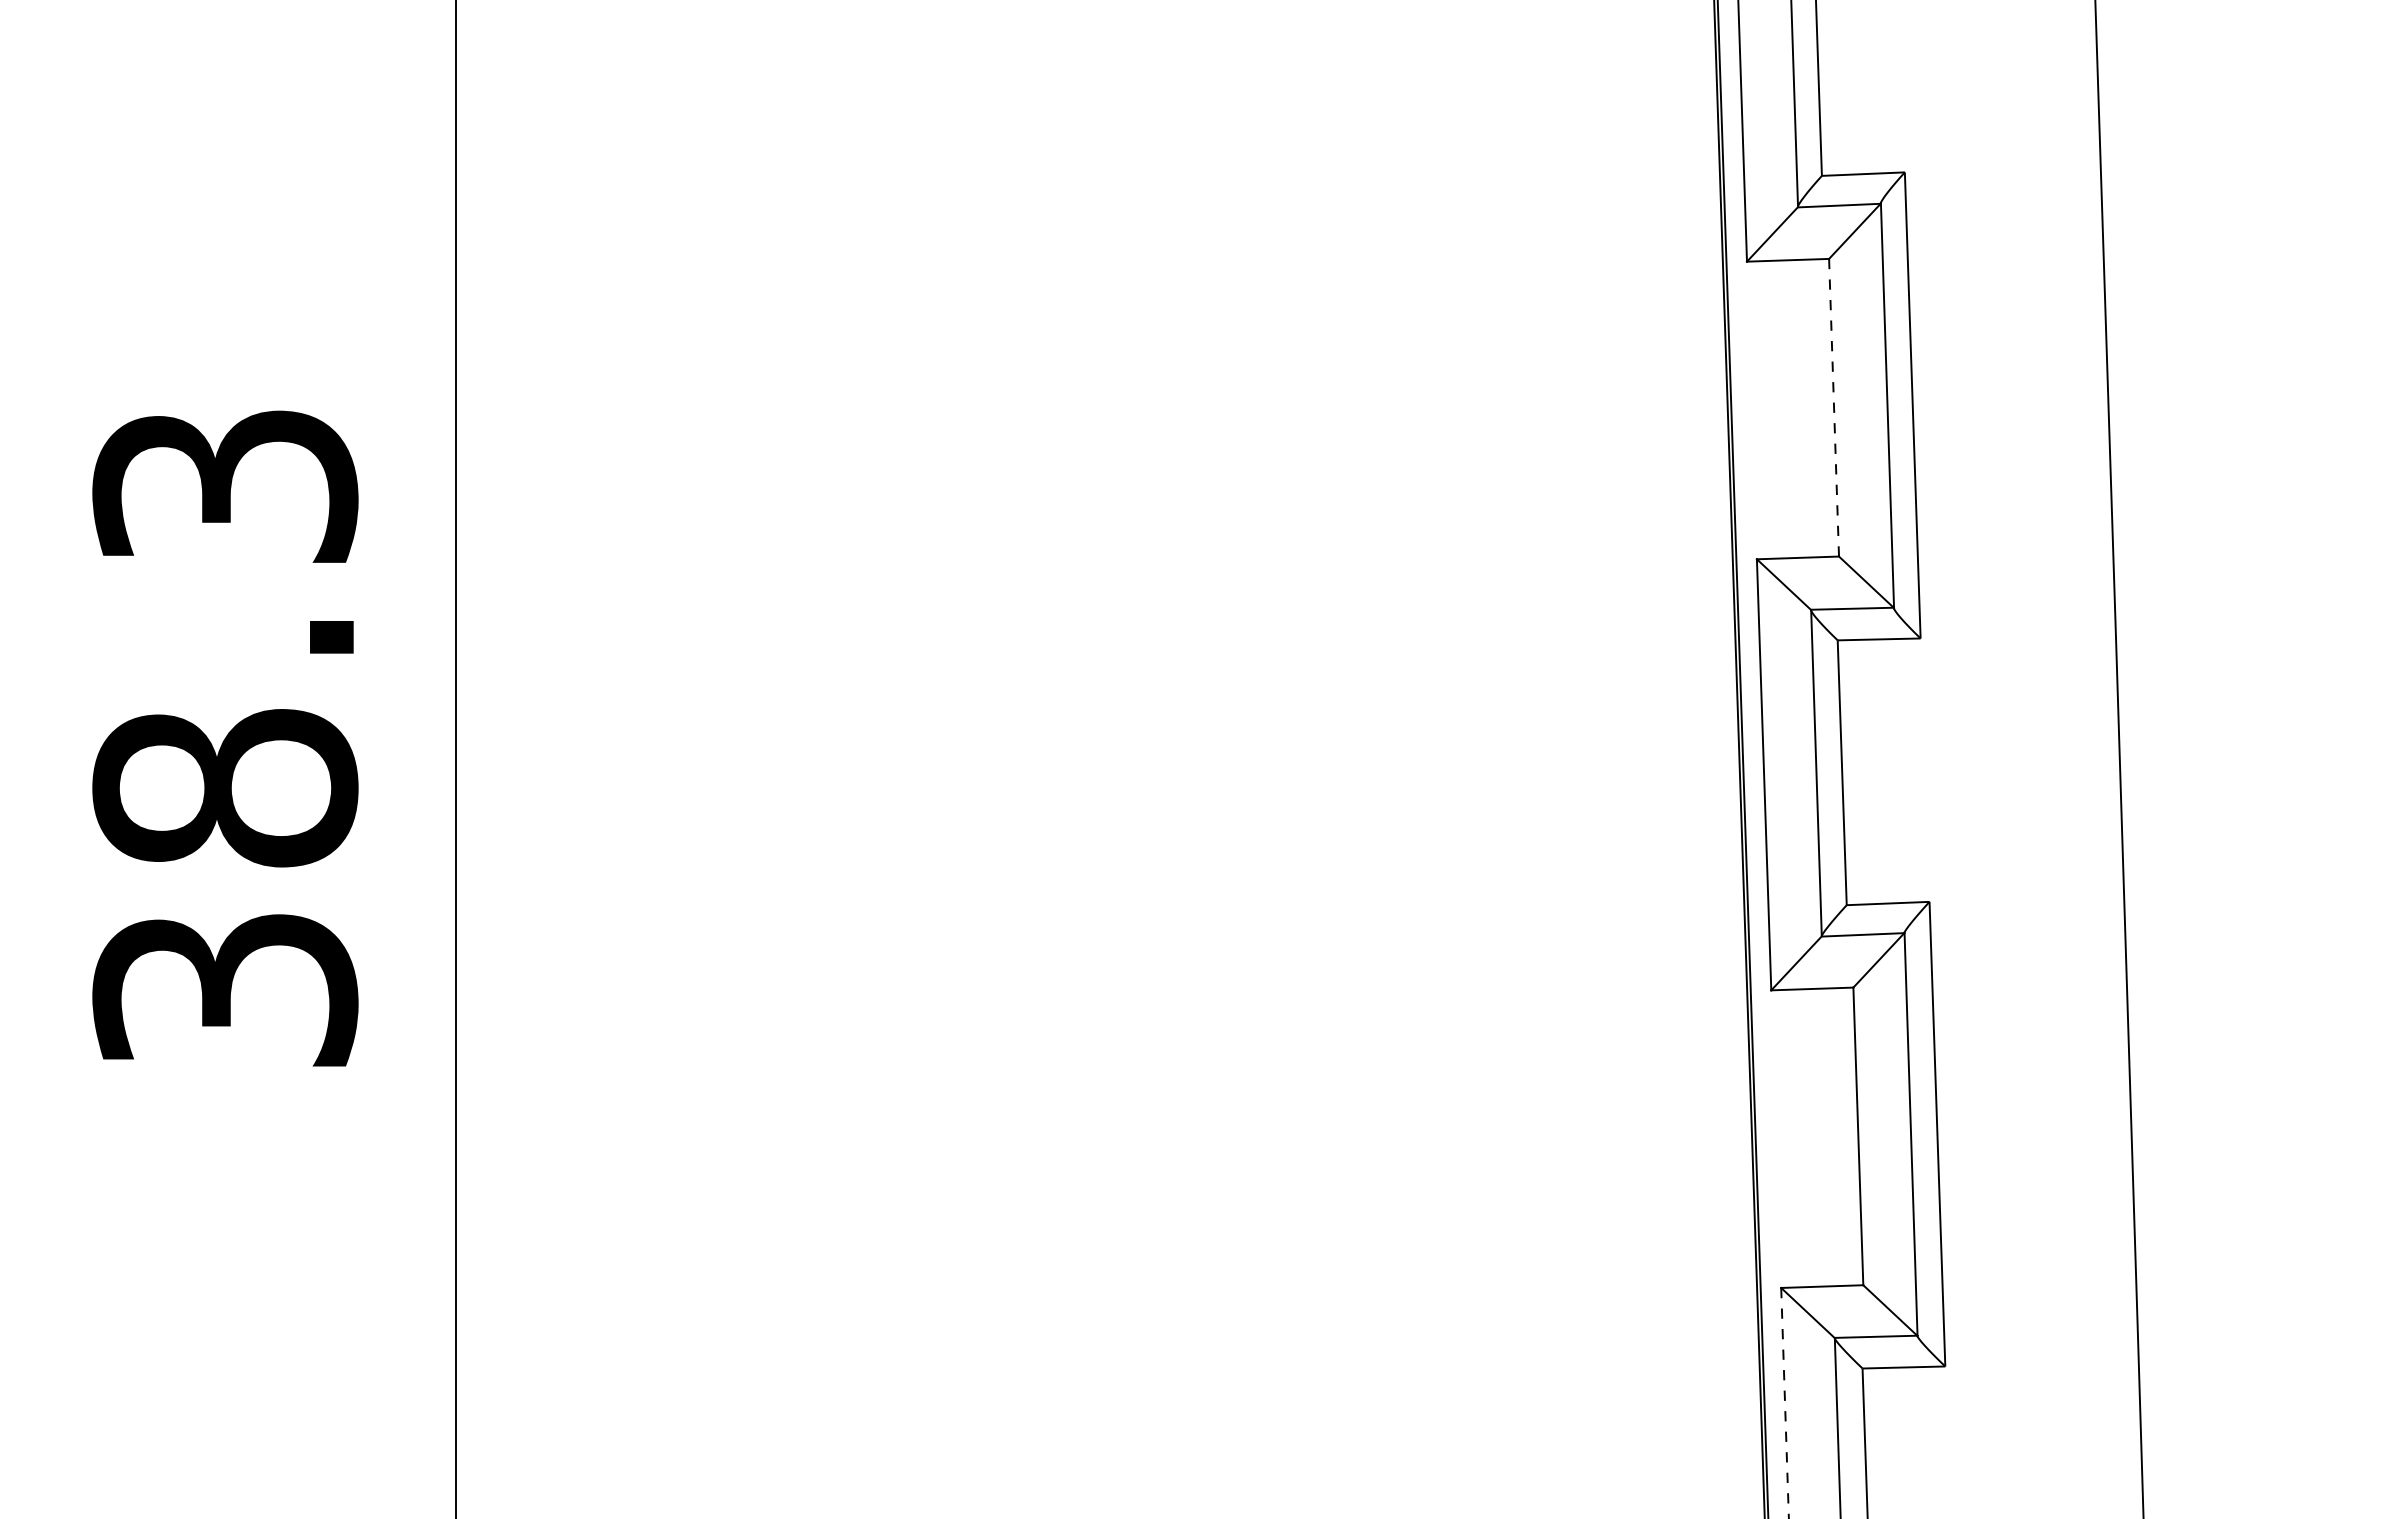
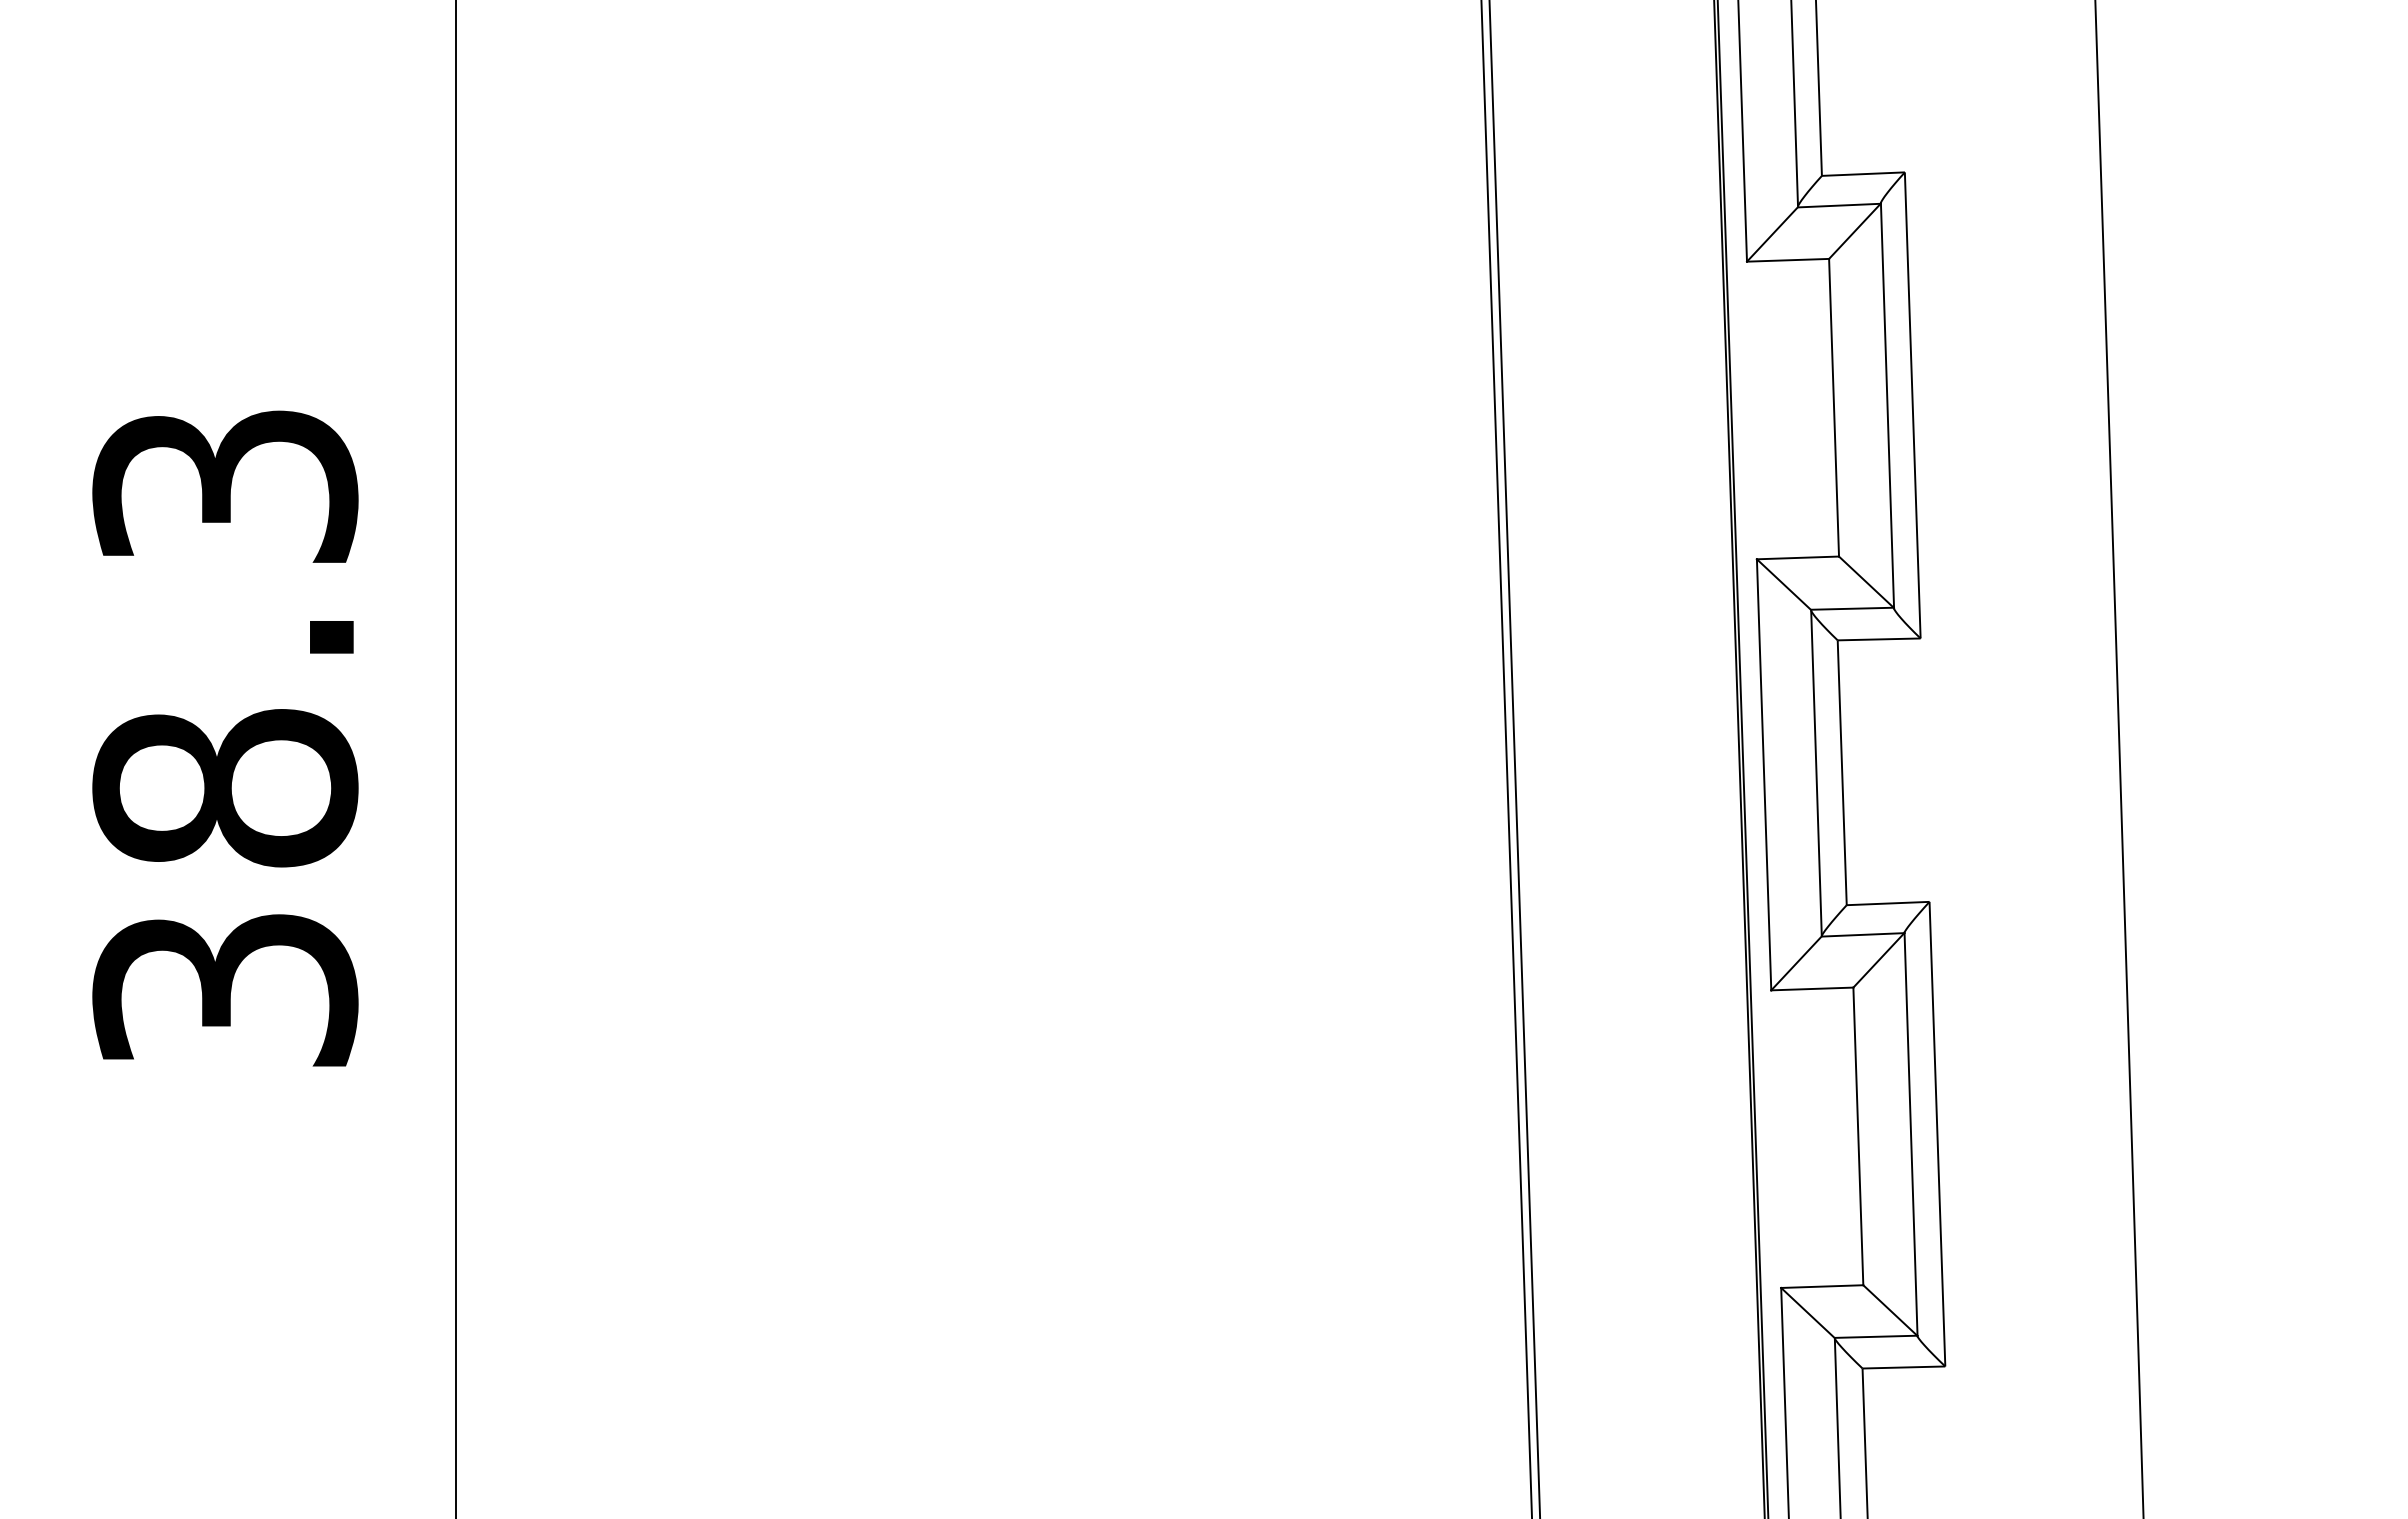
line at (1834, 407): dashed -> solid
line at (1506, 758): none -> present
line at (1514, 758): none -> present
line at (1785, 1402): dashed -> solid
